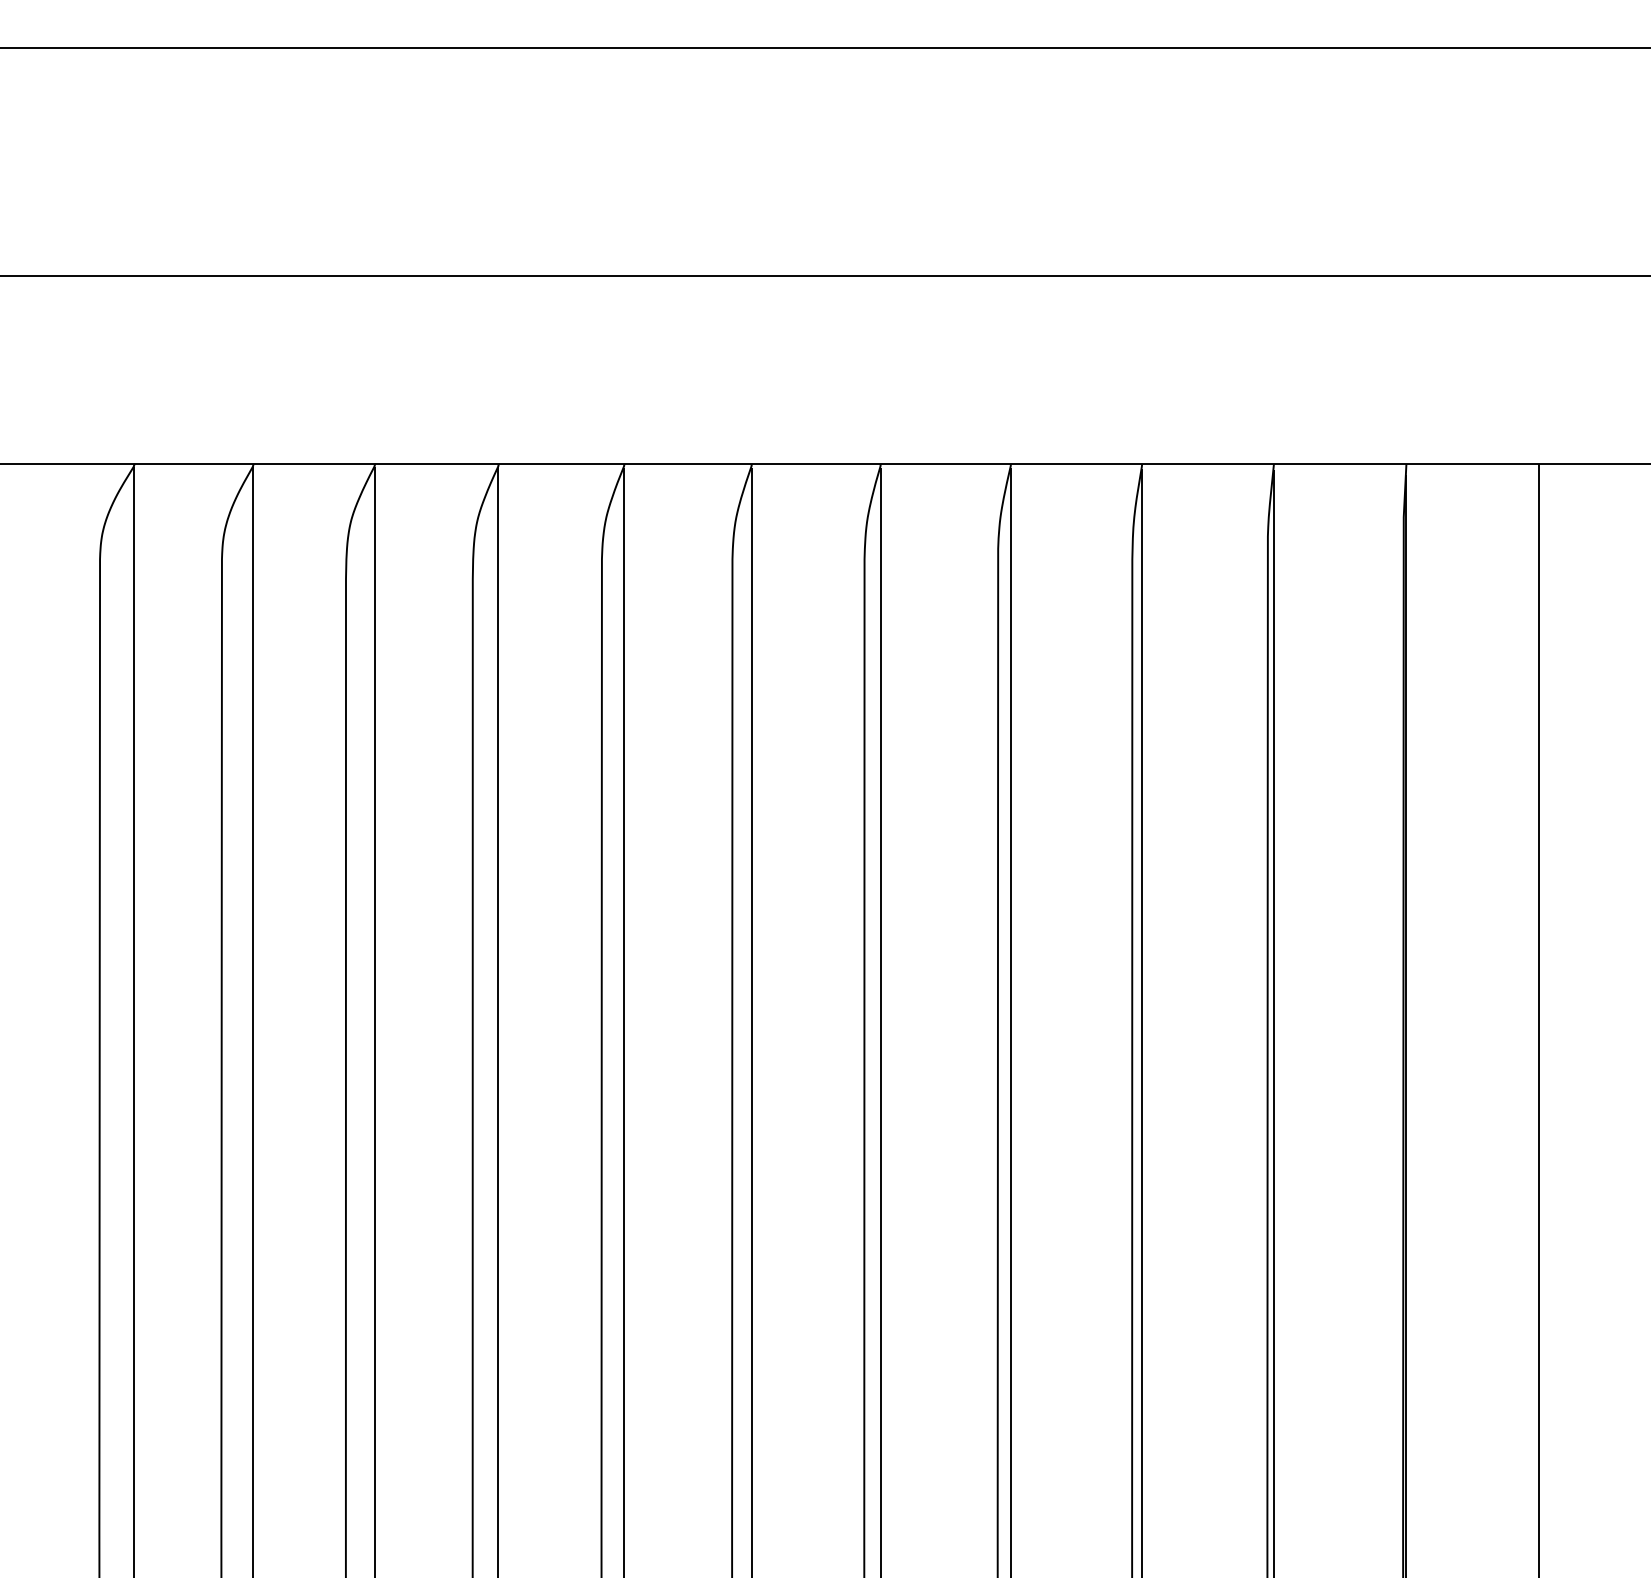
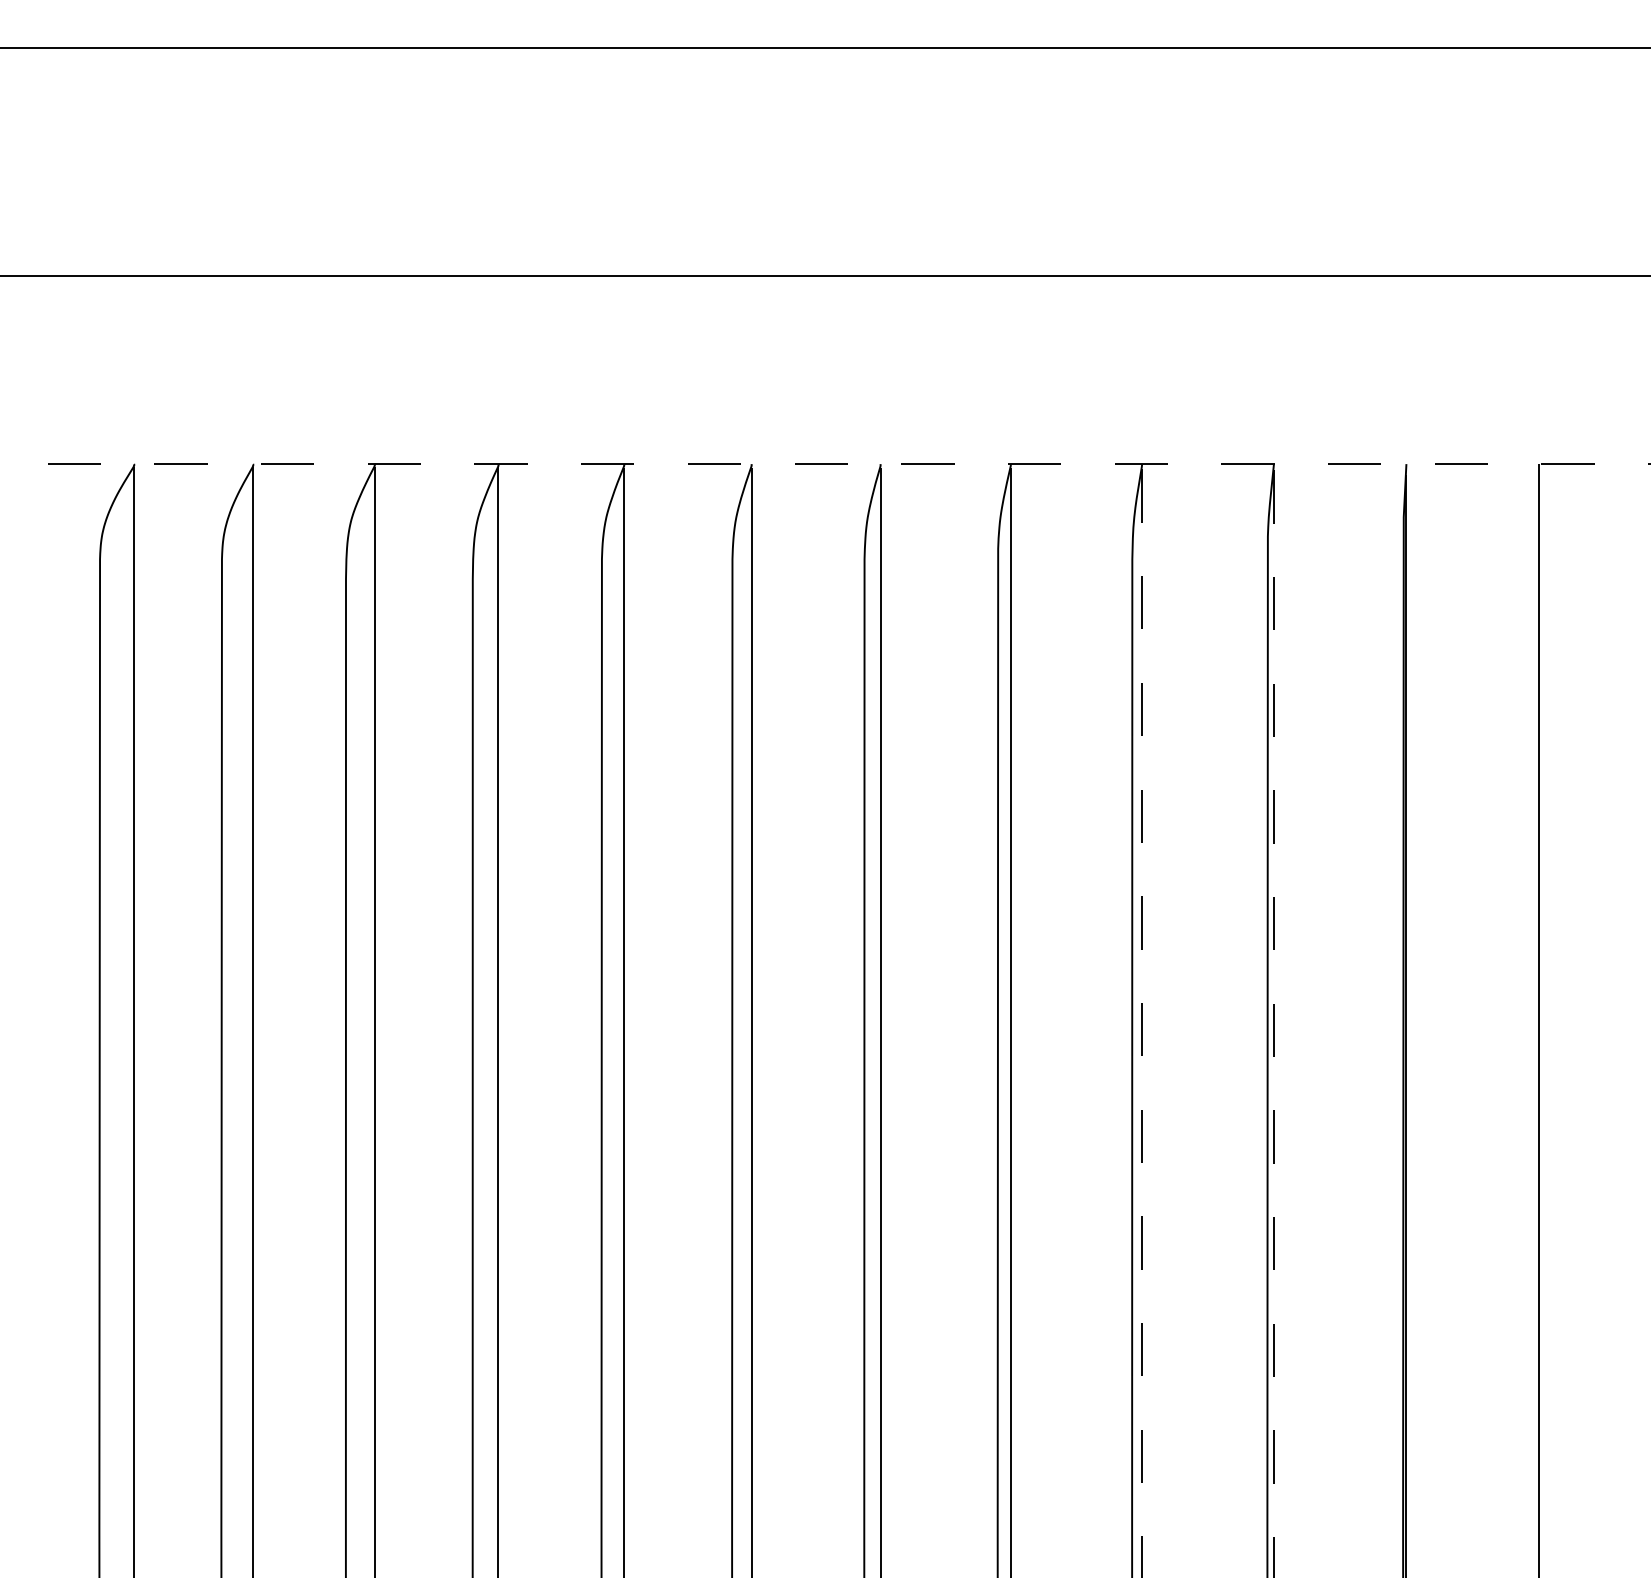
line at (825, 463): solid -> dashed
line at (1141, 1024): solid -> dashed
line at (1273, 1024): solid -> dashed
